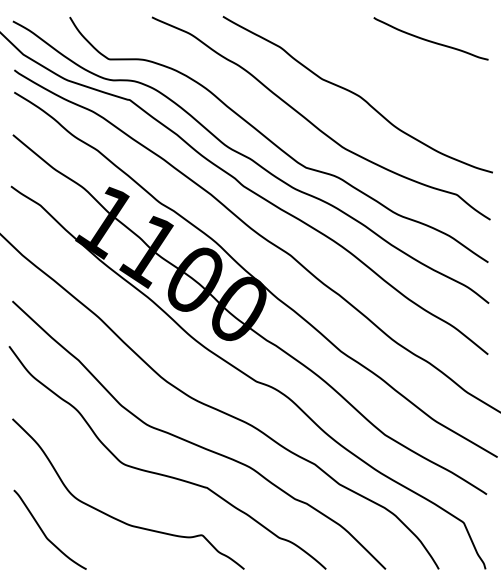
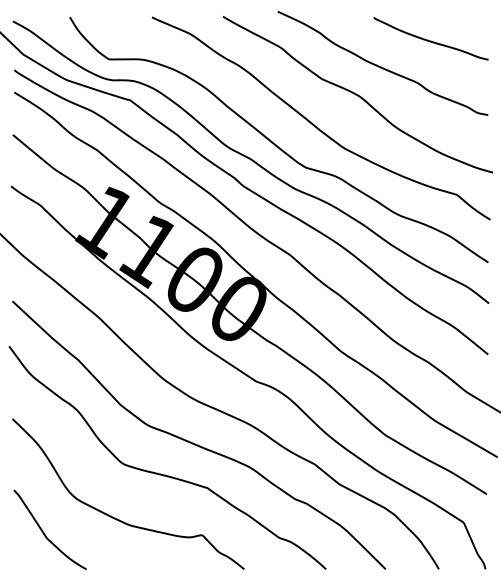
curve at (381, 66): none -> present
